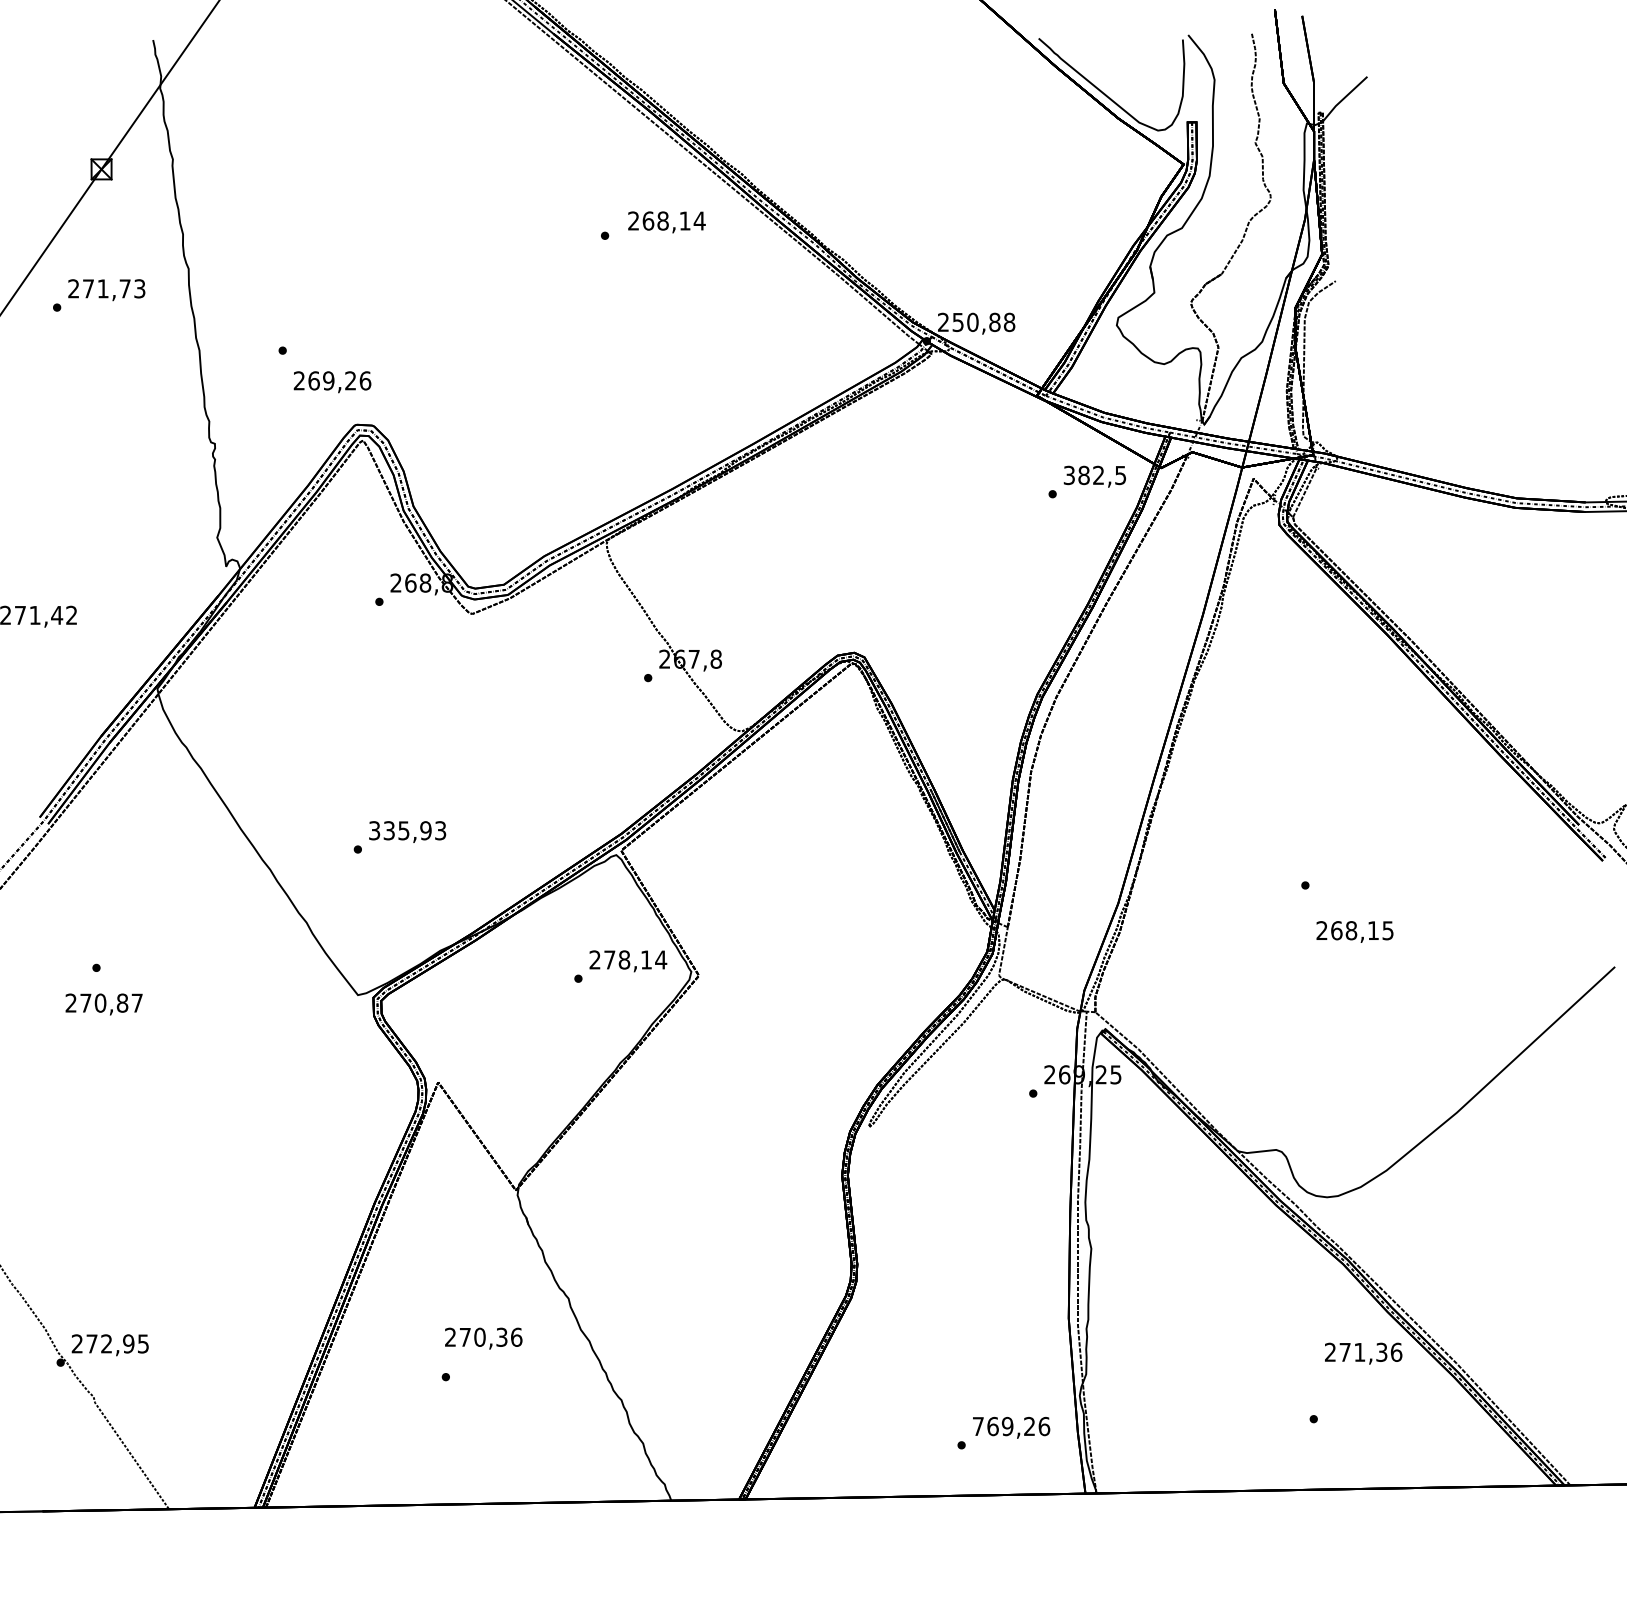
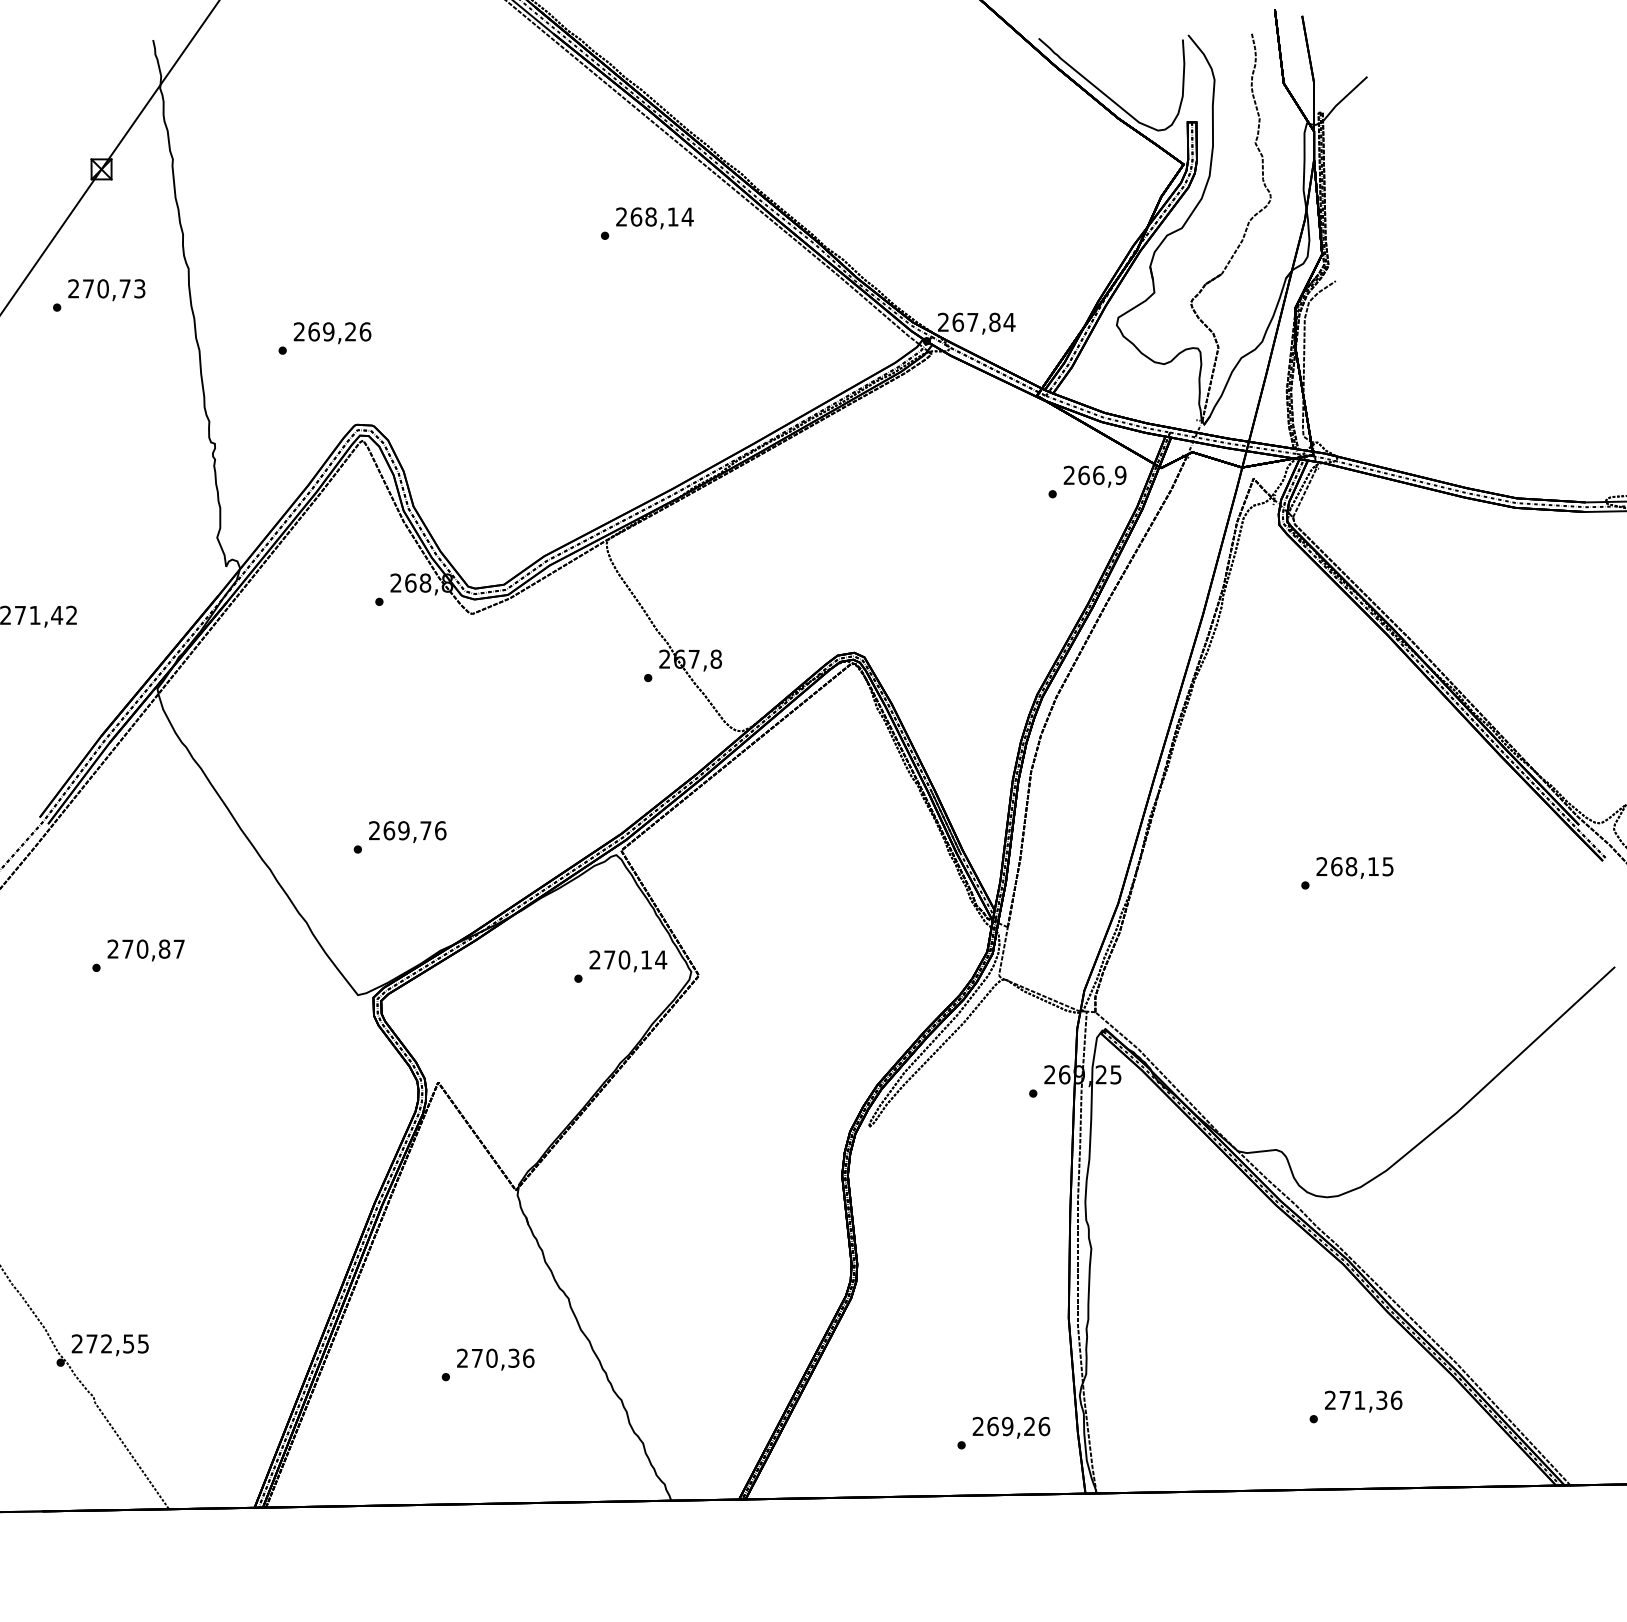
text at (666, 222) position: (666, 222) -> (654, 218)
text at (102, 288): 271,73 -> 270,73
text at (983, 322): 250,88 -> 267,84
text at (332, 382) position: (332, 382) -> (332, 333)
text at (1094, 475): 382,5 -> 266,9
text at (407, 830): 335,93 -> 269,76
text at (1354, 931) position: (1354, 931) -> (1354, 867)
text at (624, 959): 278,14 -> 270,14
text at (103, 1004) position: (103, 1004) -> (145, 950)
text at (483, 1338) position: (483, 1338) -> (495, 1359)
text at (128, 1343): 272,95 -> 272,55
text at (1363, 1353) position: (1363, 1353) -> (1363, 1401)
text at (977, 1425): 769,26 -> 269,26
